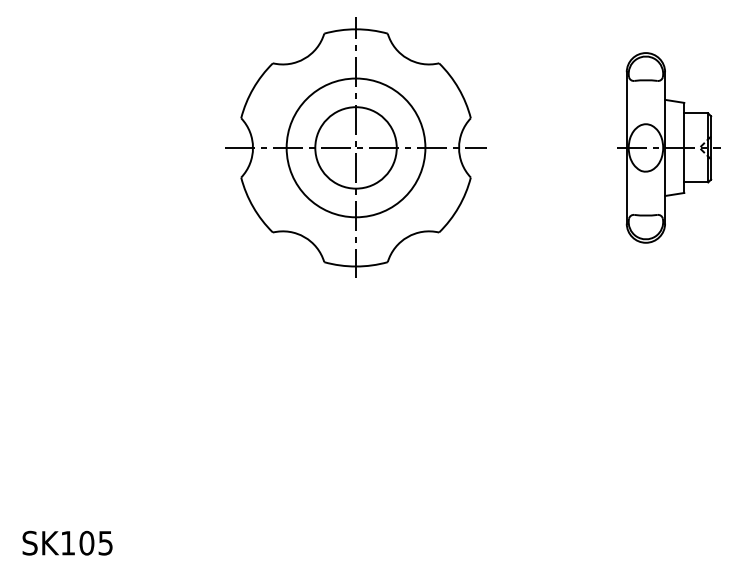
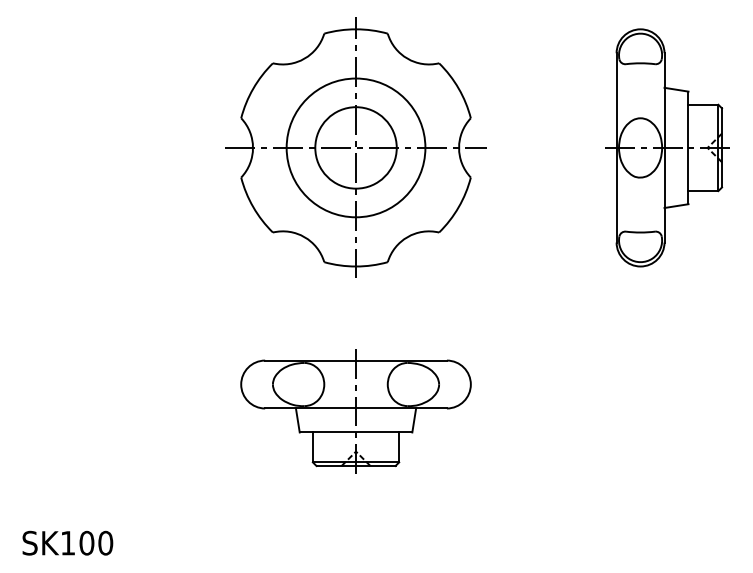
part at (668, 147) size: 104x192 px -> 125x240 px
part at (355, 411): none -> present
text at (105, 542): SK105 -> SK100
